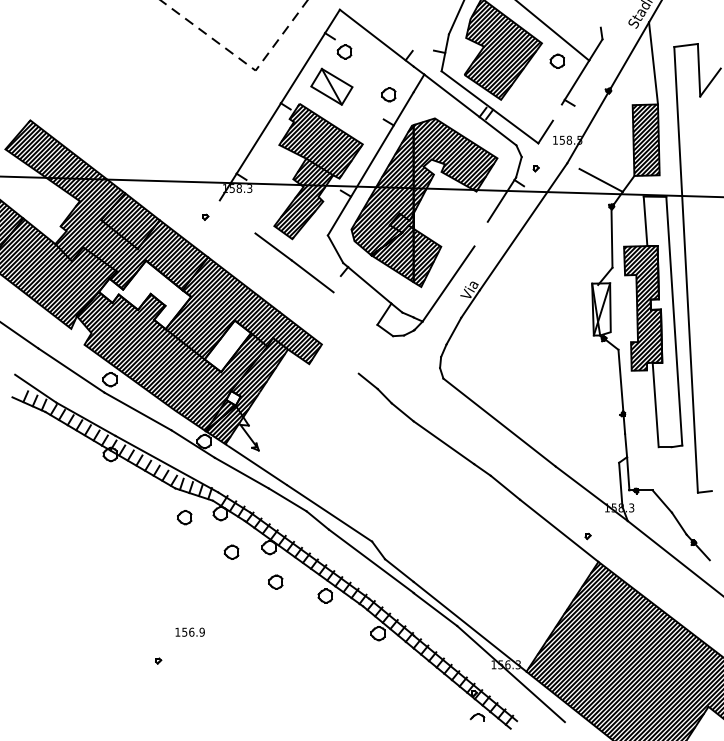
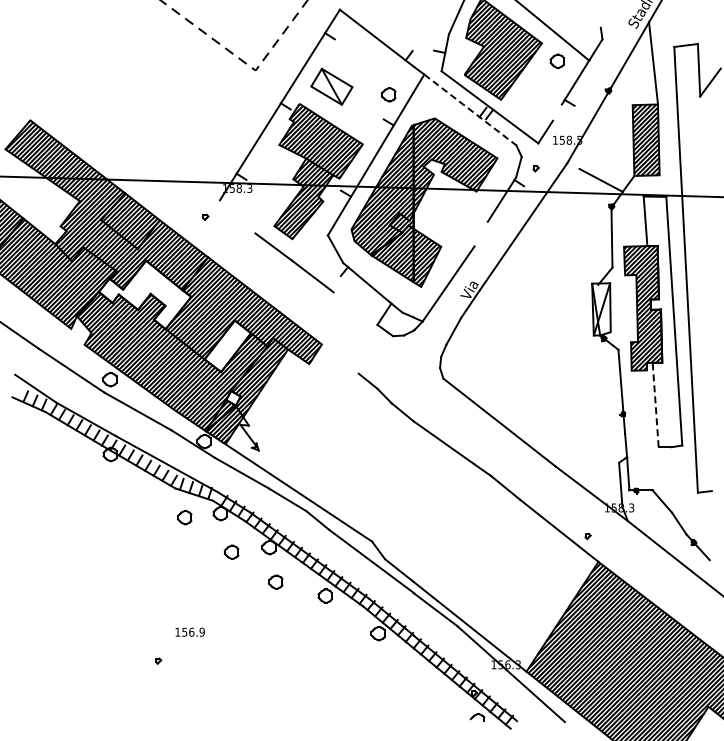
part at (344, 51): present -> none
line at (470, 110): solid -> dashed
line at (655, 404): solid -> dashed
